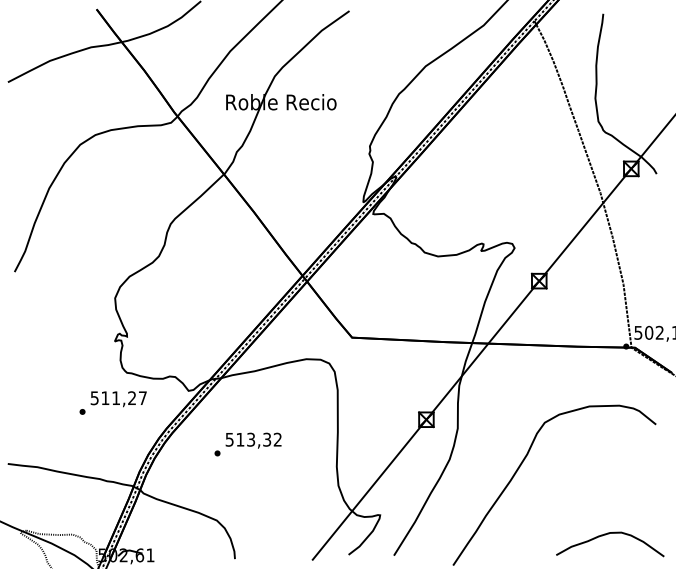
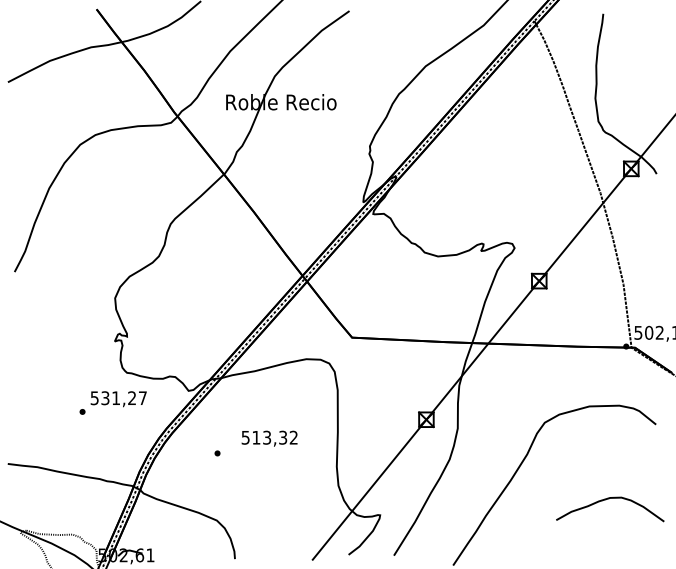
text at (105, 398): 511,27 -> 531,27
text at (253, 440) position: (253, 440) -> (269, 438)
curve at (609, 534) position: (609, 534) -> (609, 499)
